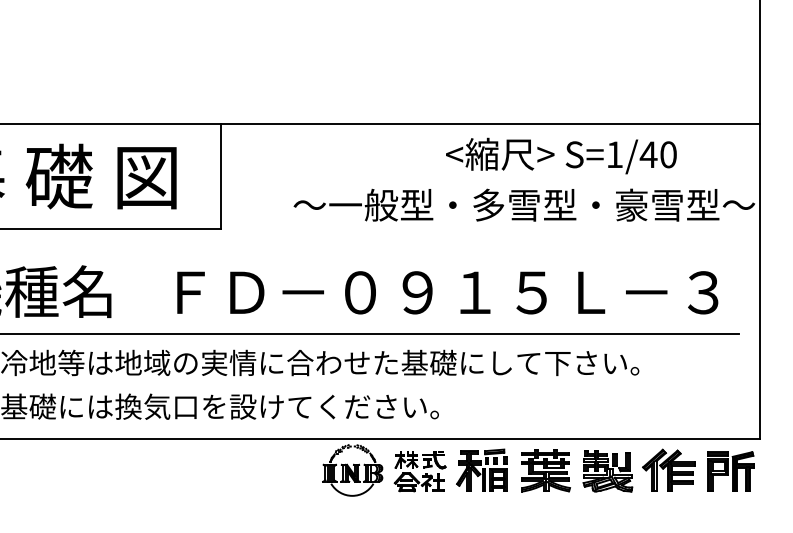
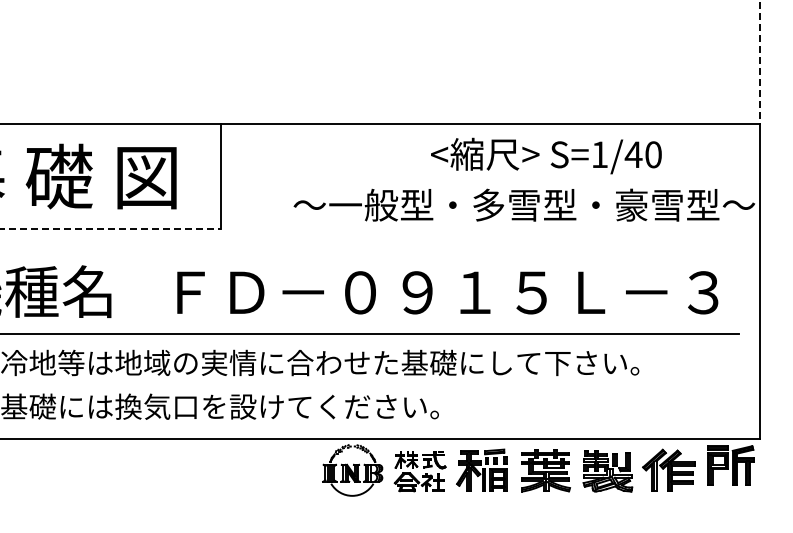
line at (760, 62): solid -> dashed
text at (561, 155) position: (561, 155) -> (546, 155)
line at (111, 228): solid -> dashed
part at (730, 471) position: (730, 471) -> (730, 465)
